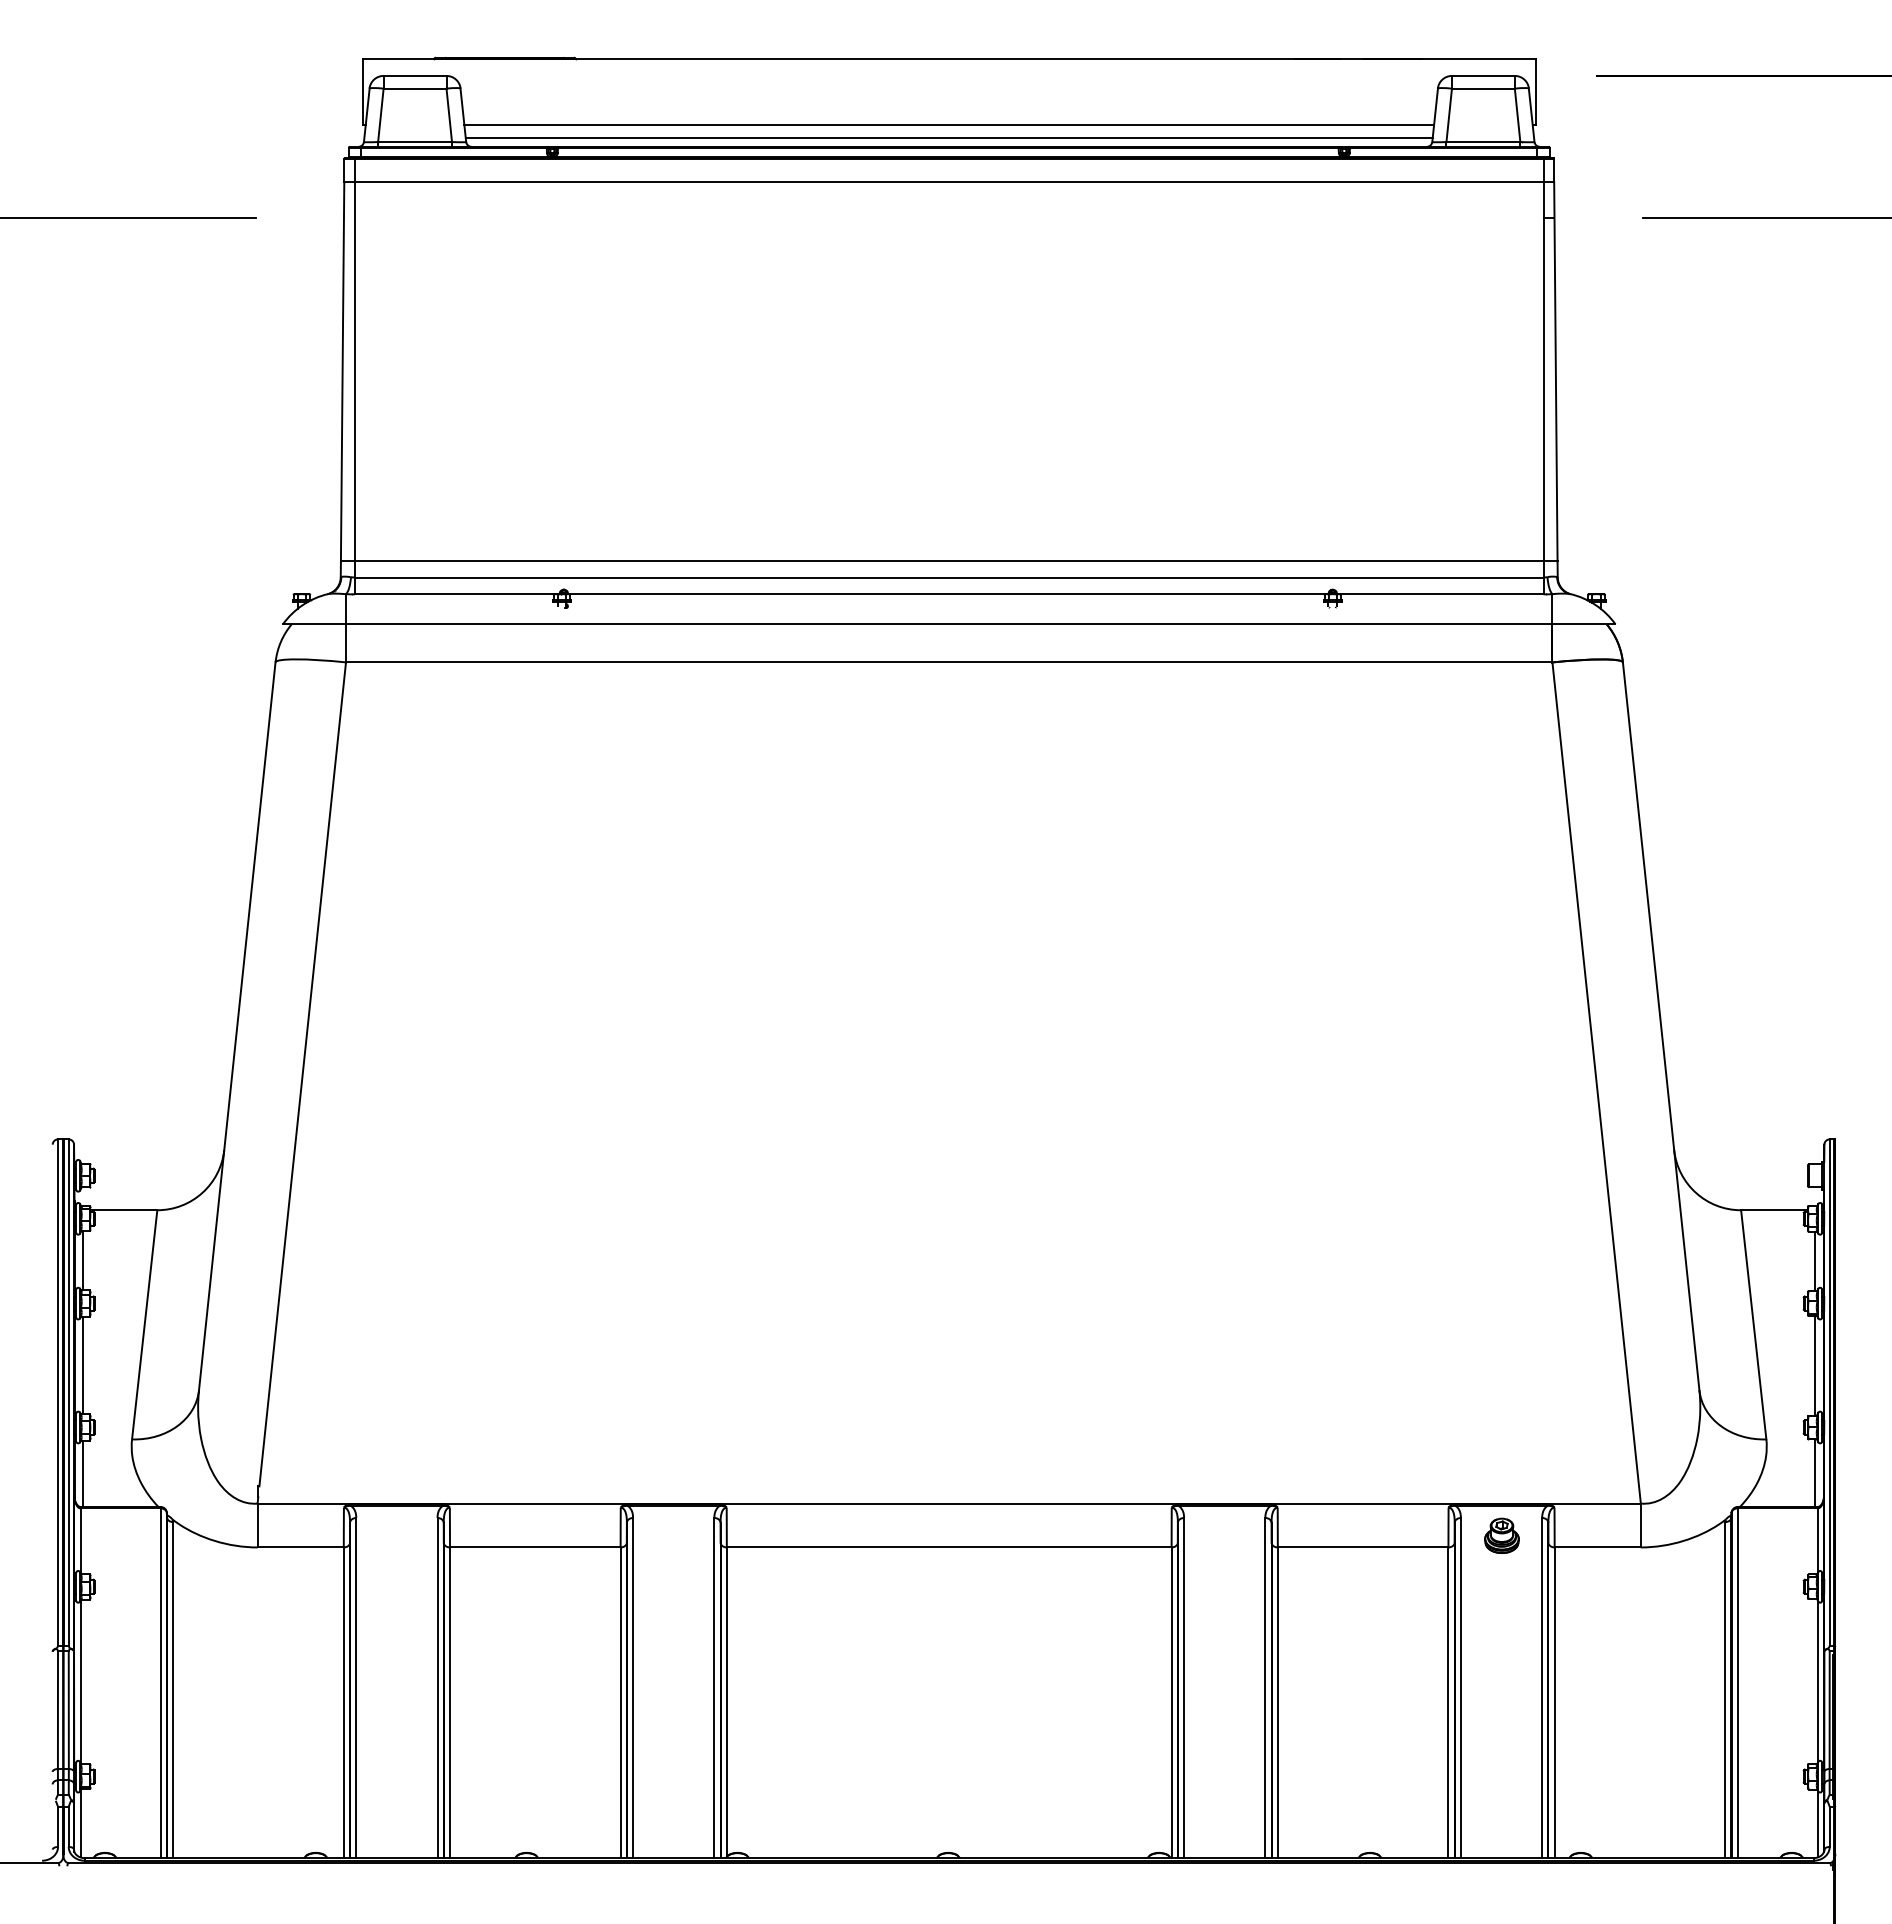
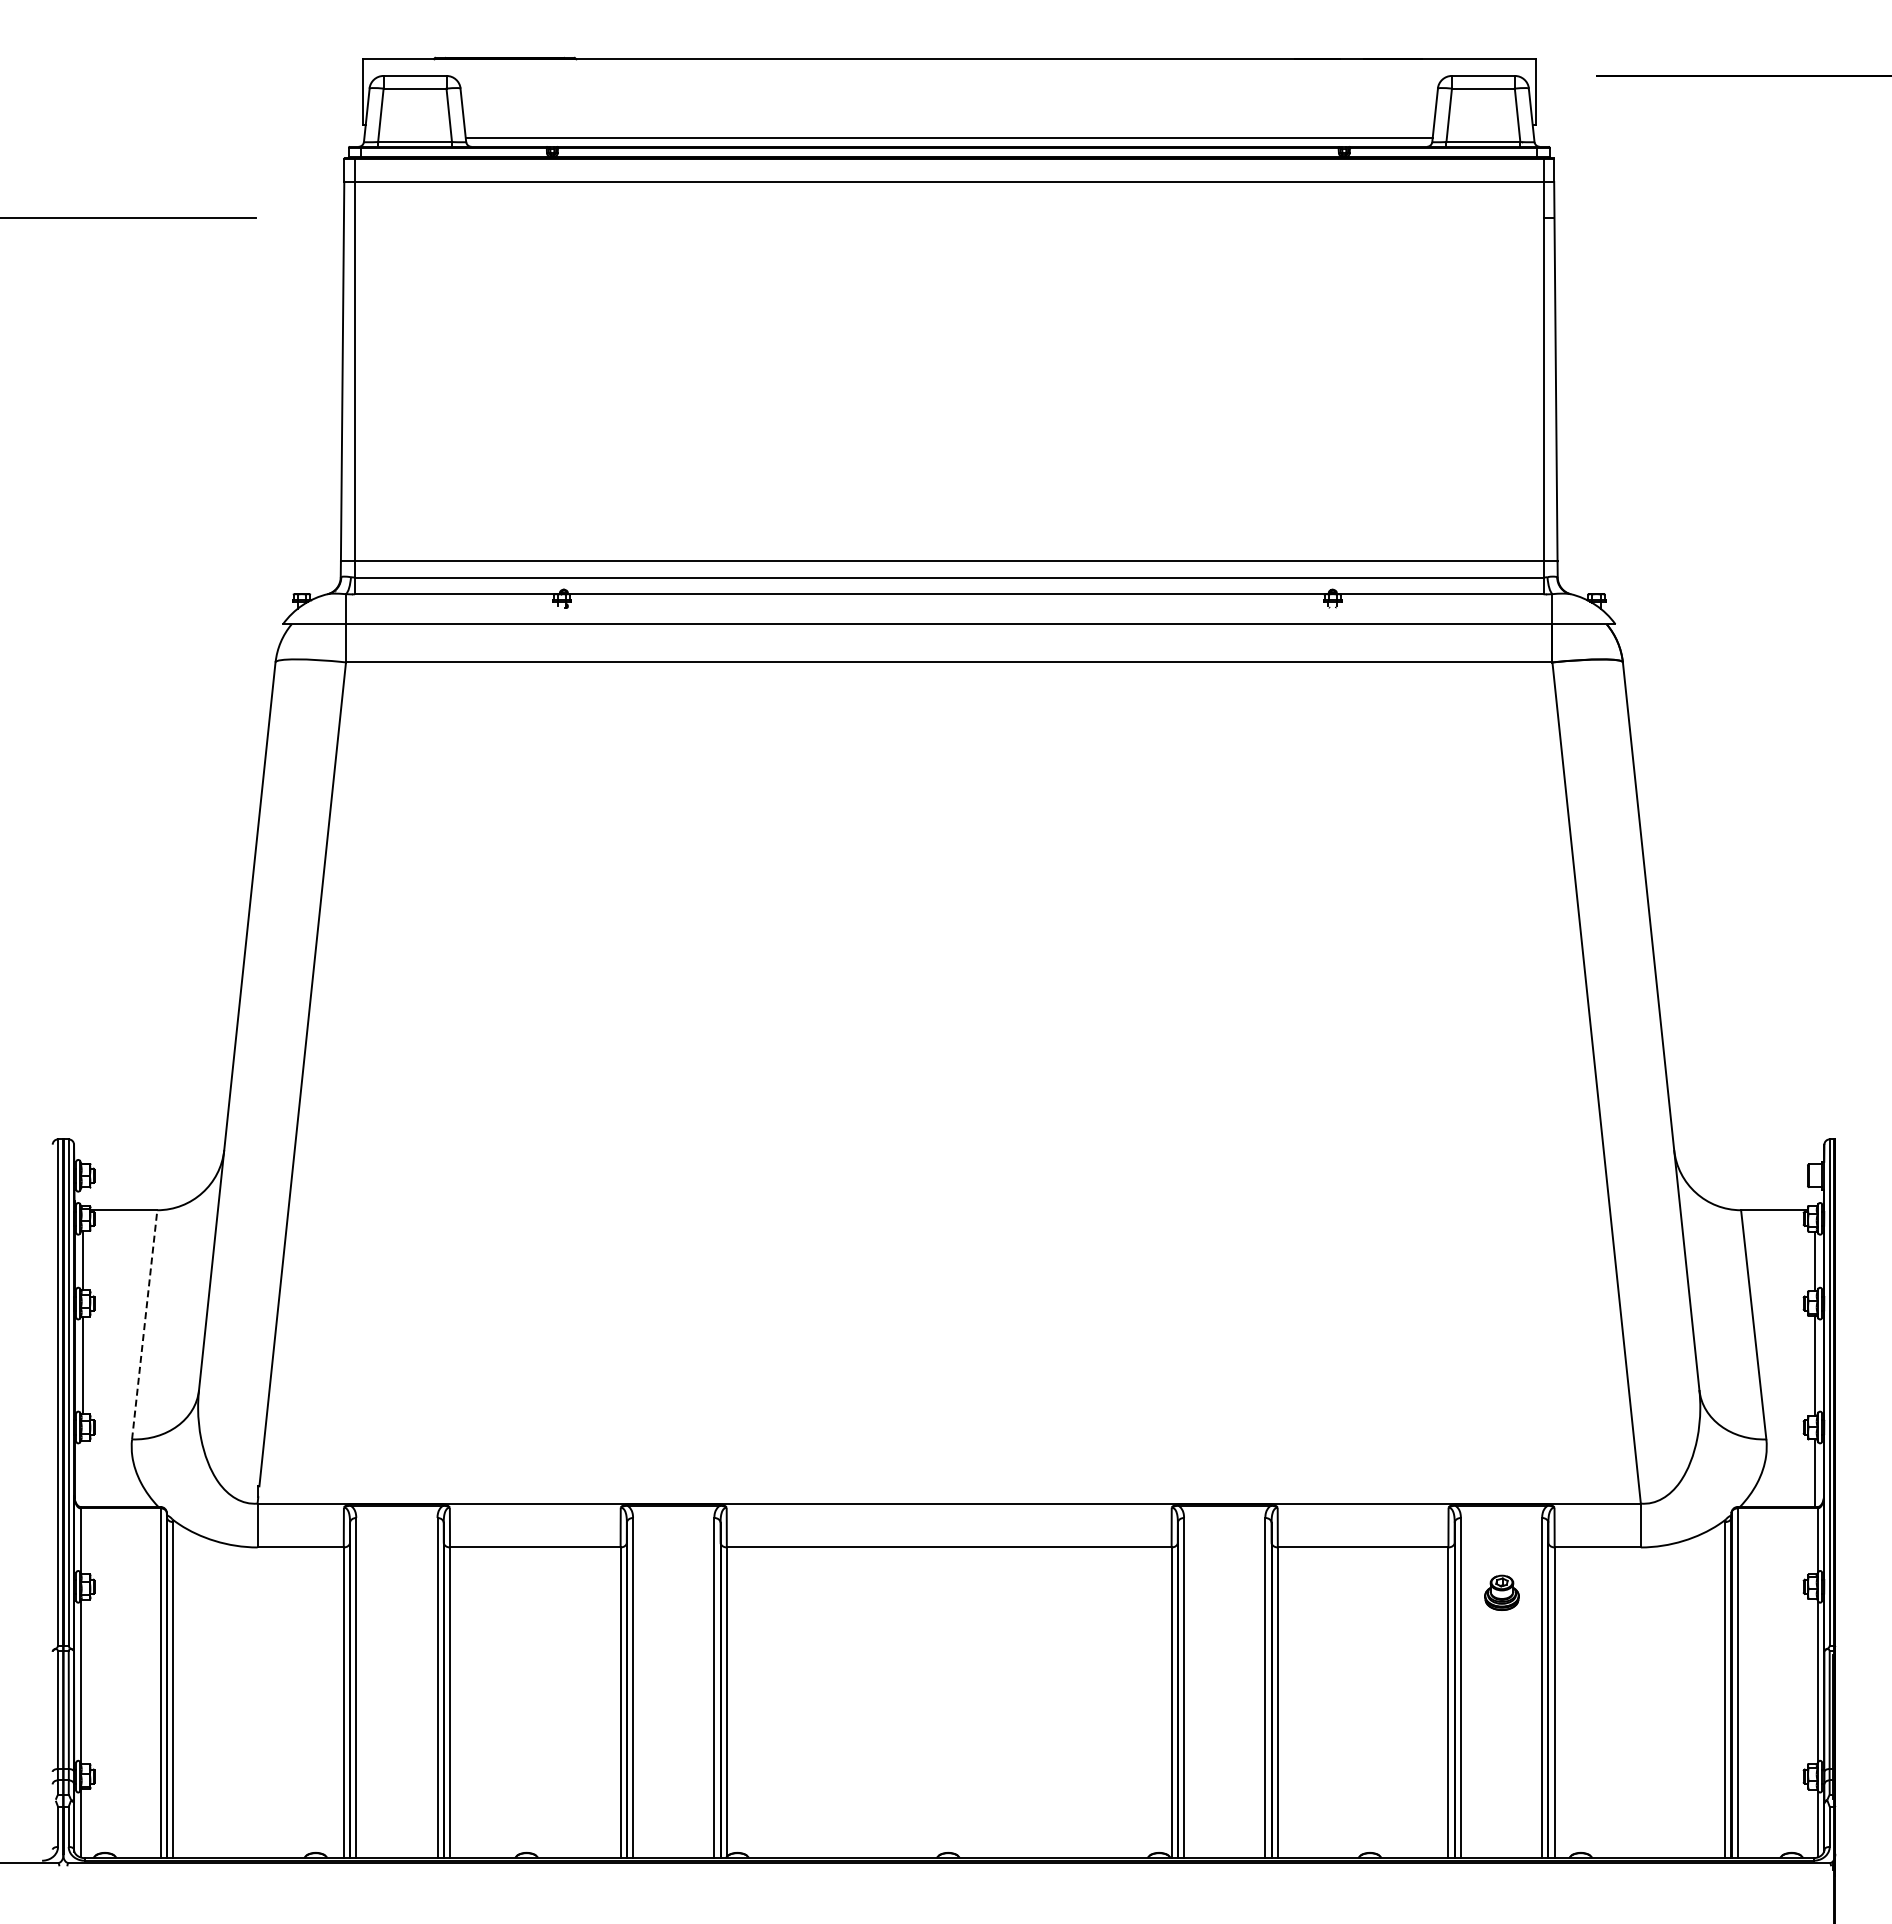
line at (949, 125): present -> none
line at (1765, 218): present -> none
line at (144, 1324): solid -> dashed
line at (83, 1473): present -> none
part at (1501, 1535) position: (1501, 1535) -> (1501, 1592)
